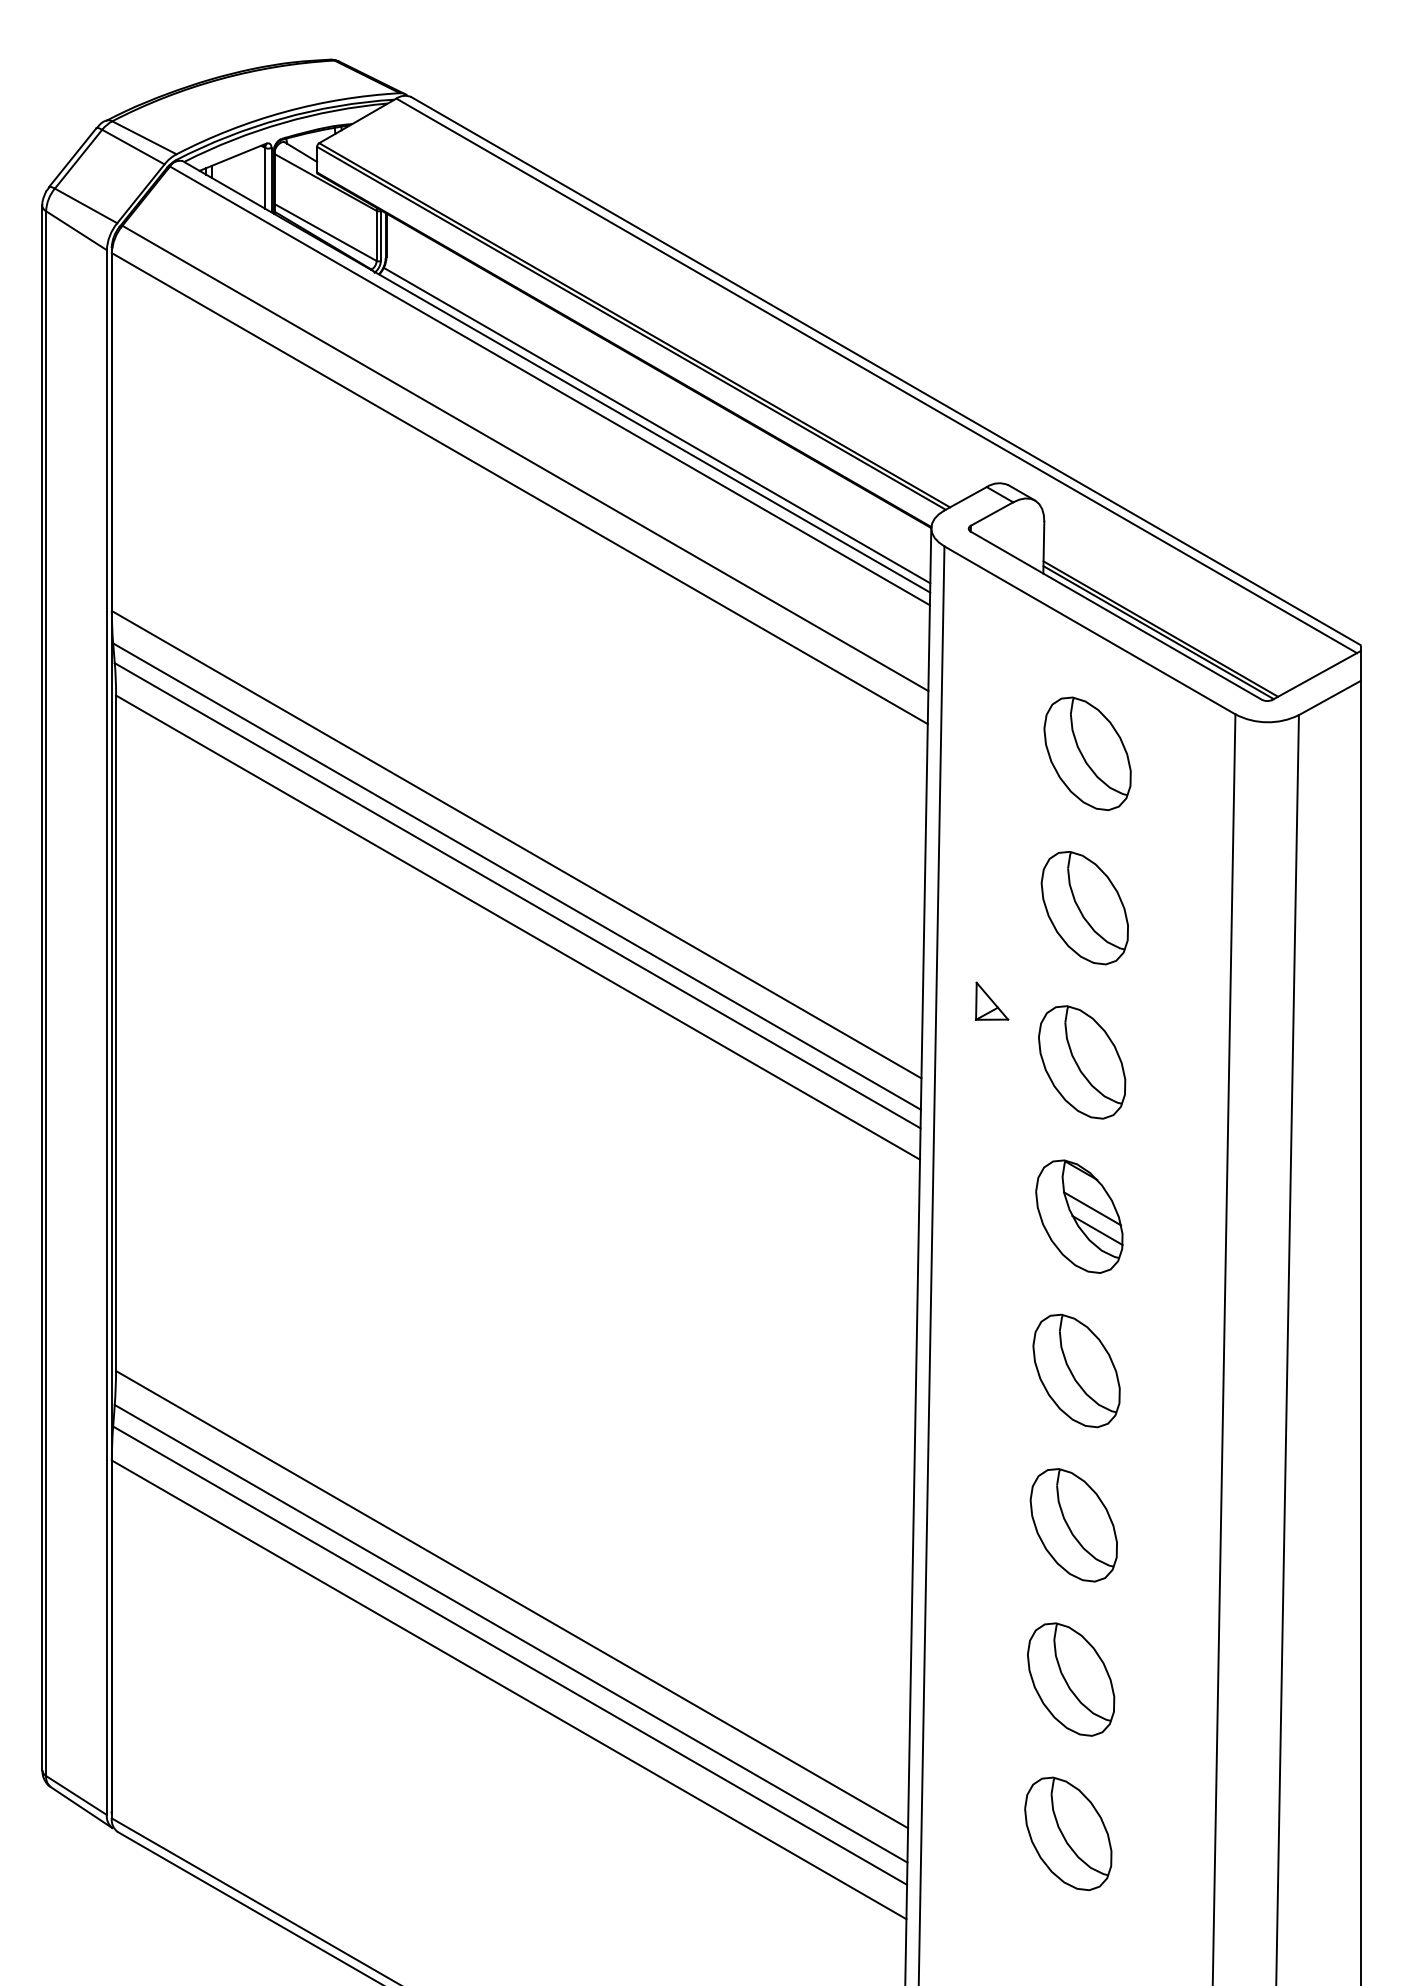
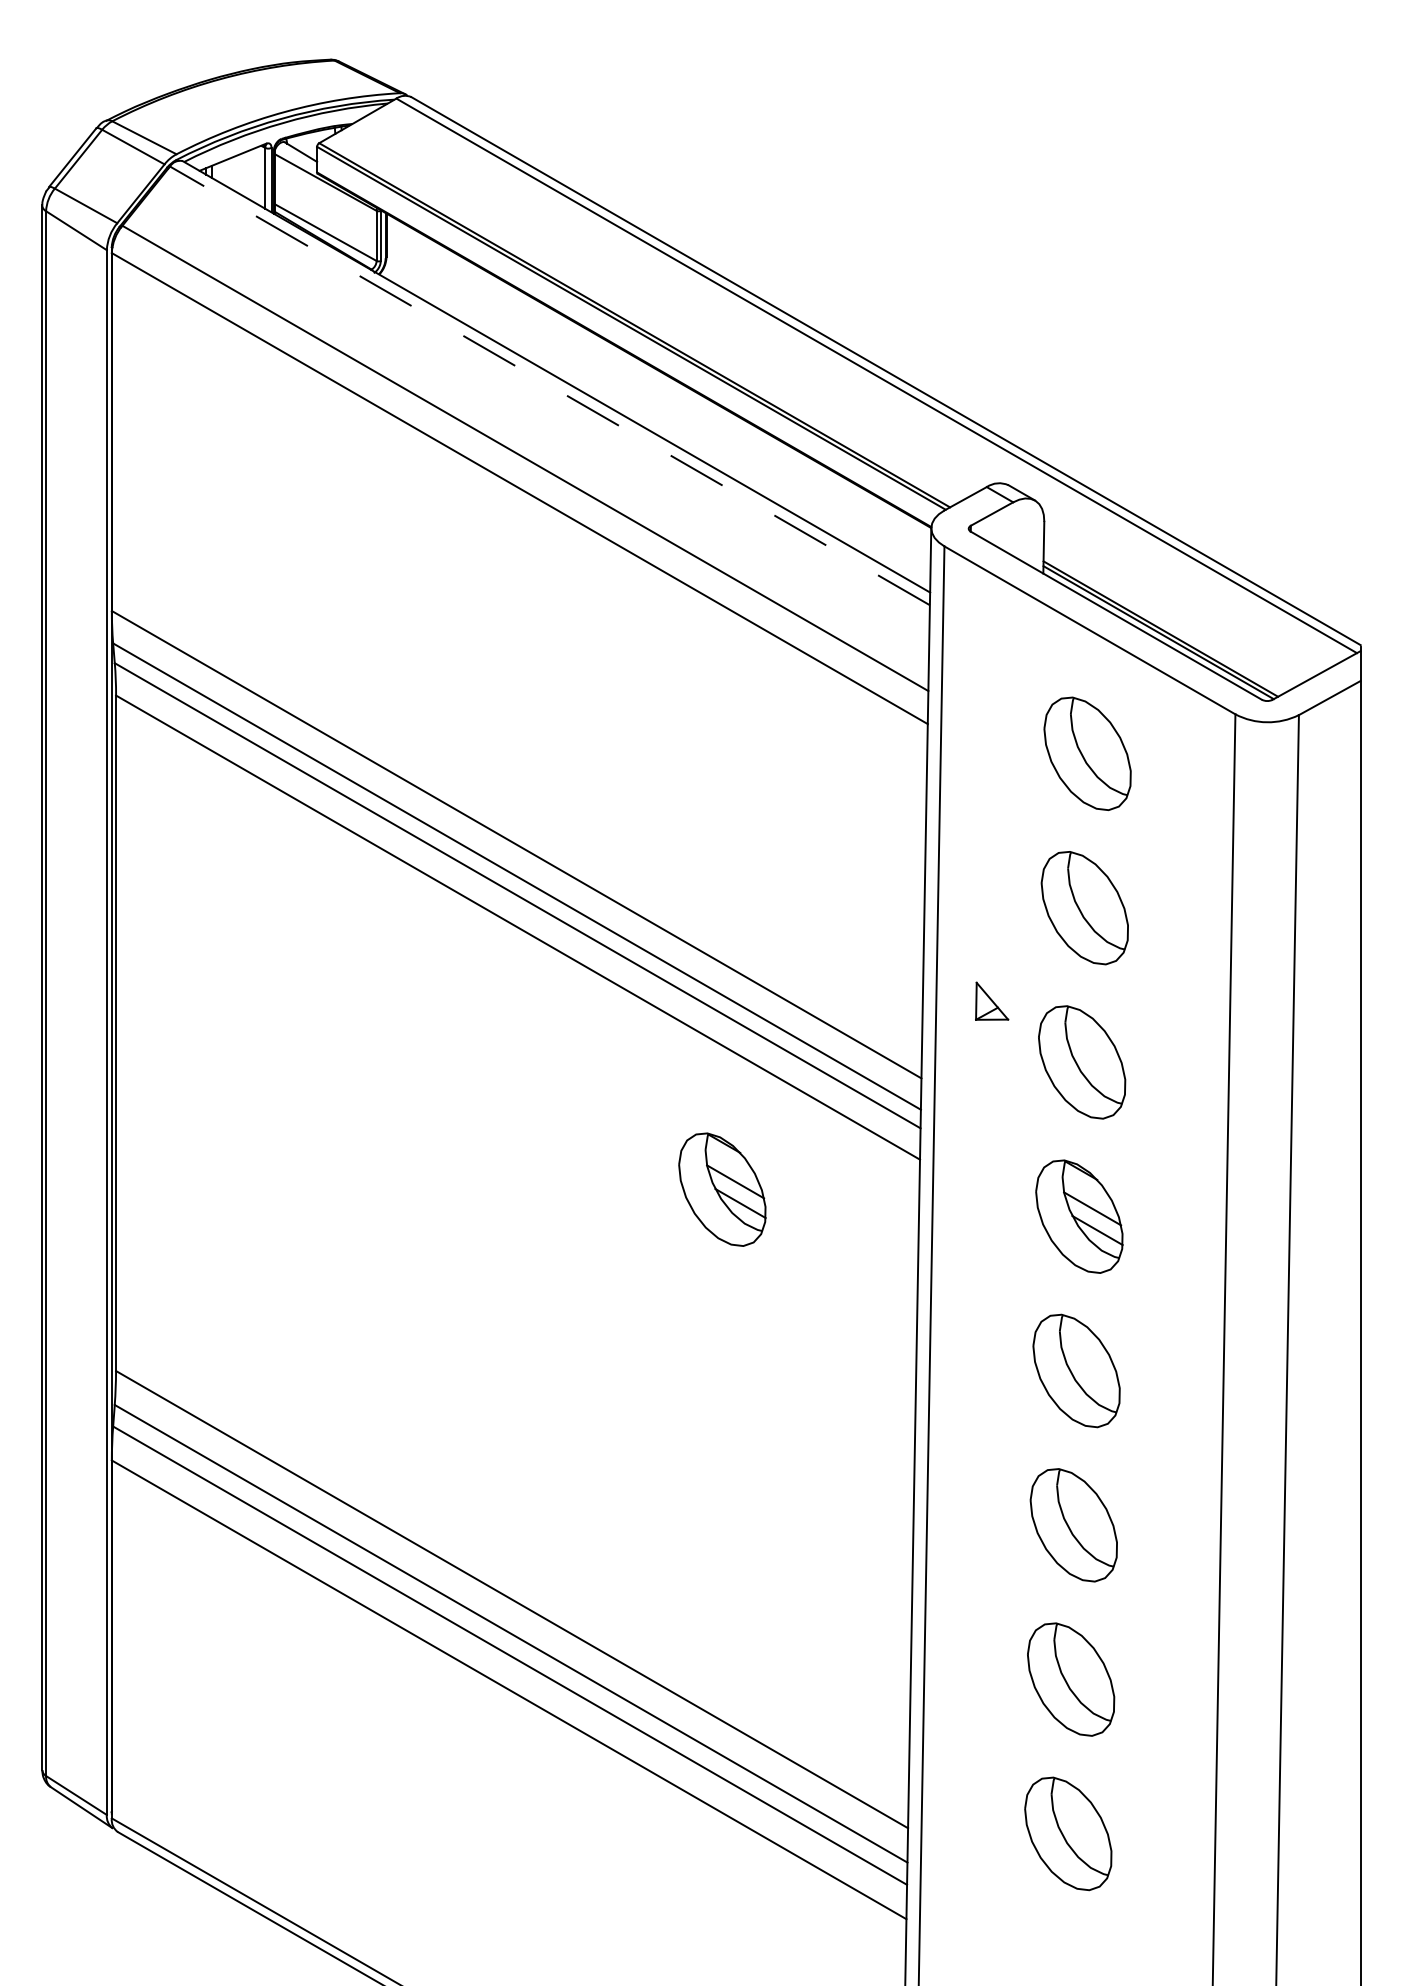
line at (549, 385): solid -> dashed
line at (656, 425): present -> none
part at (722, 1189): none -> present
